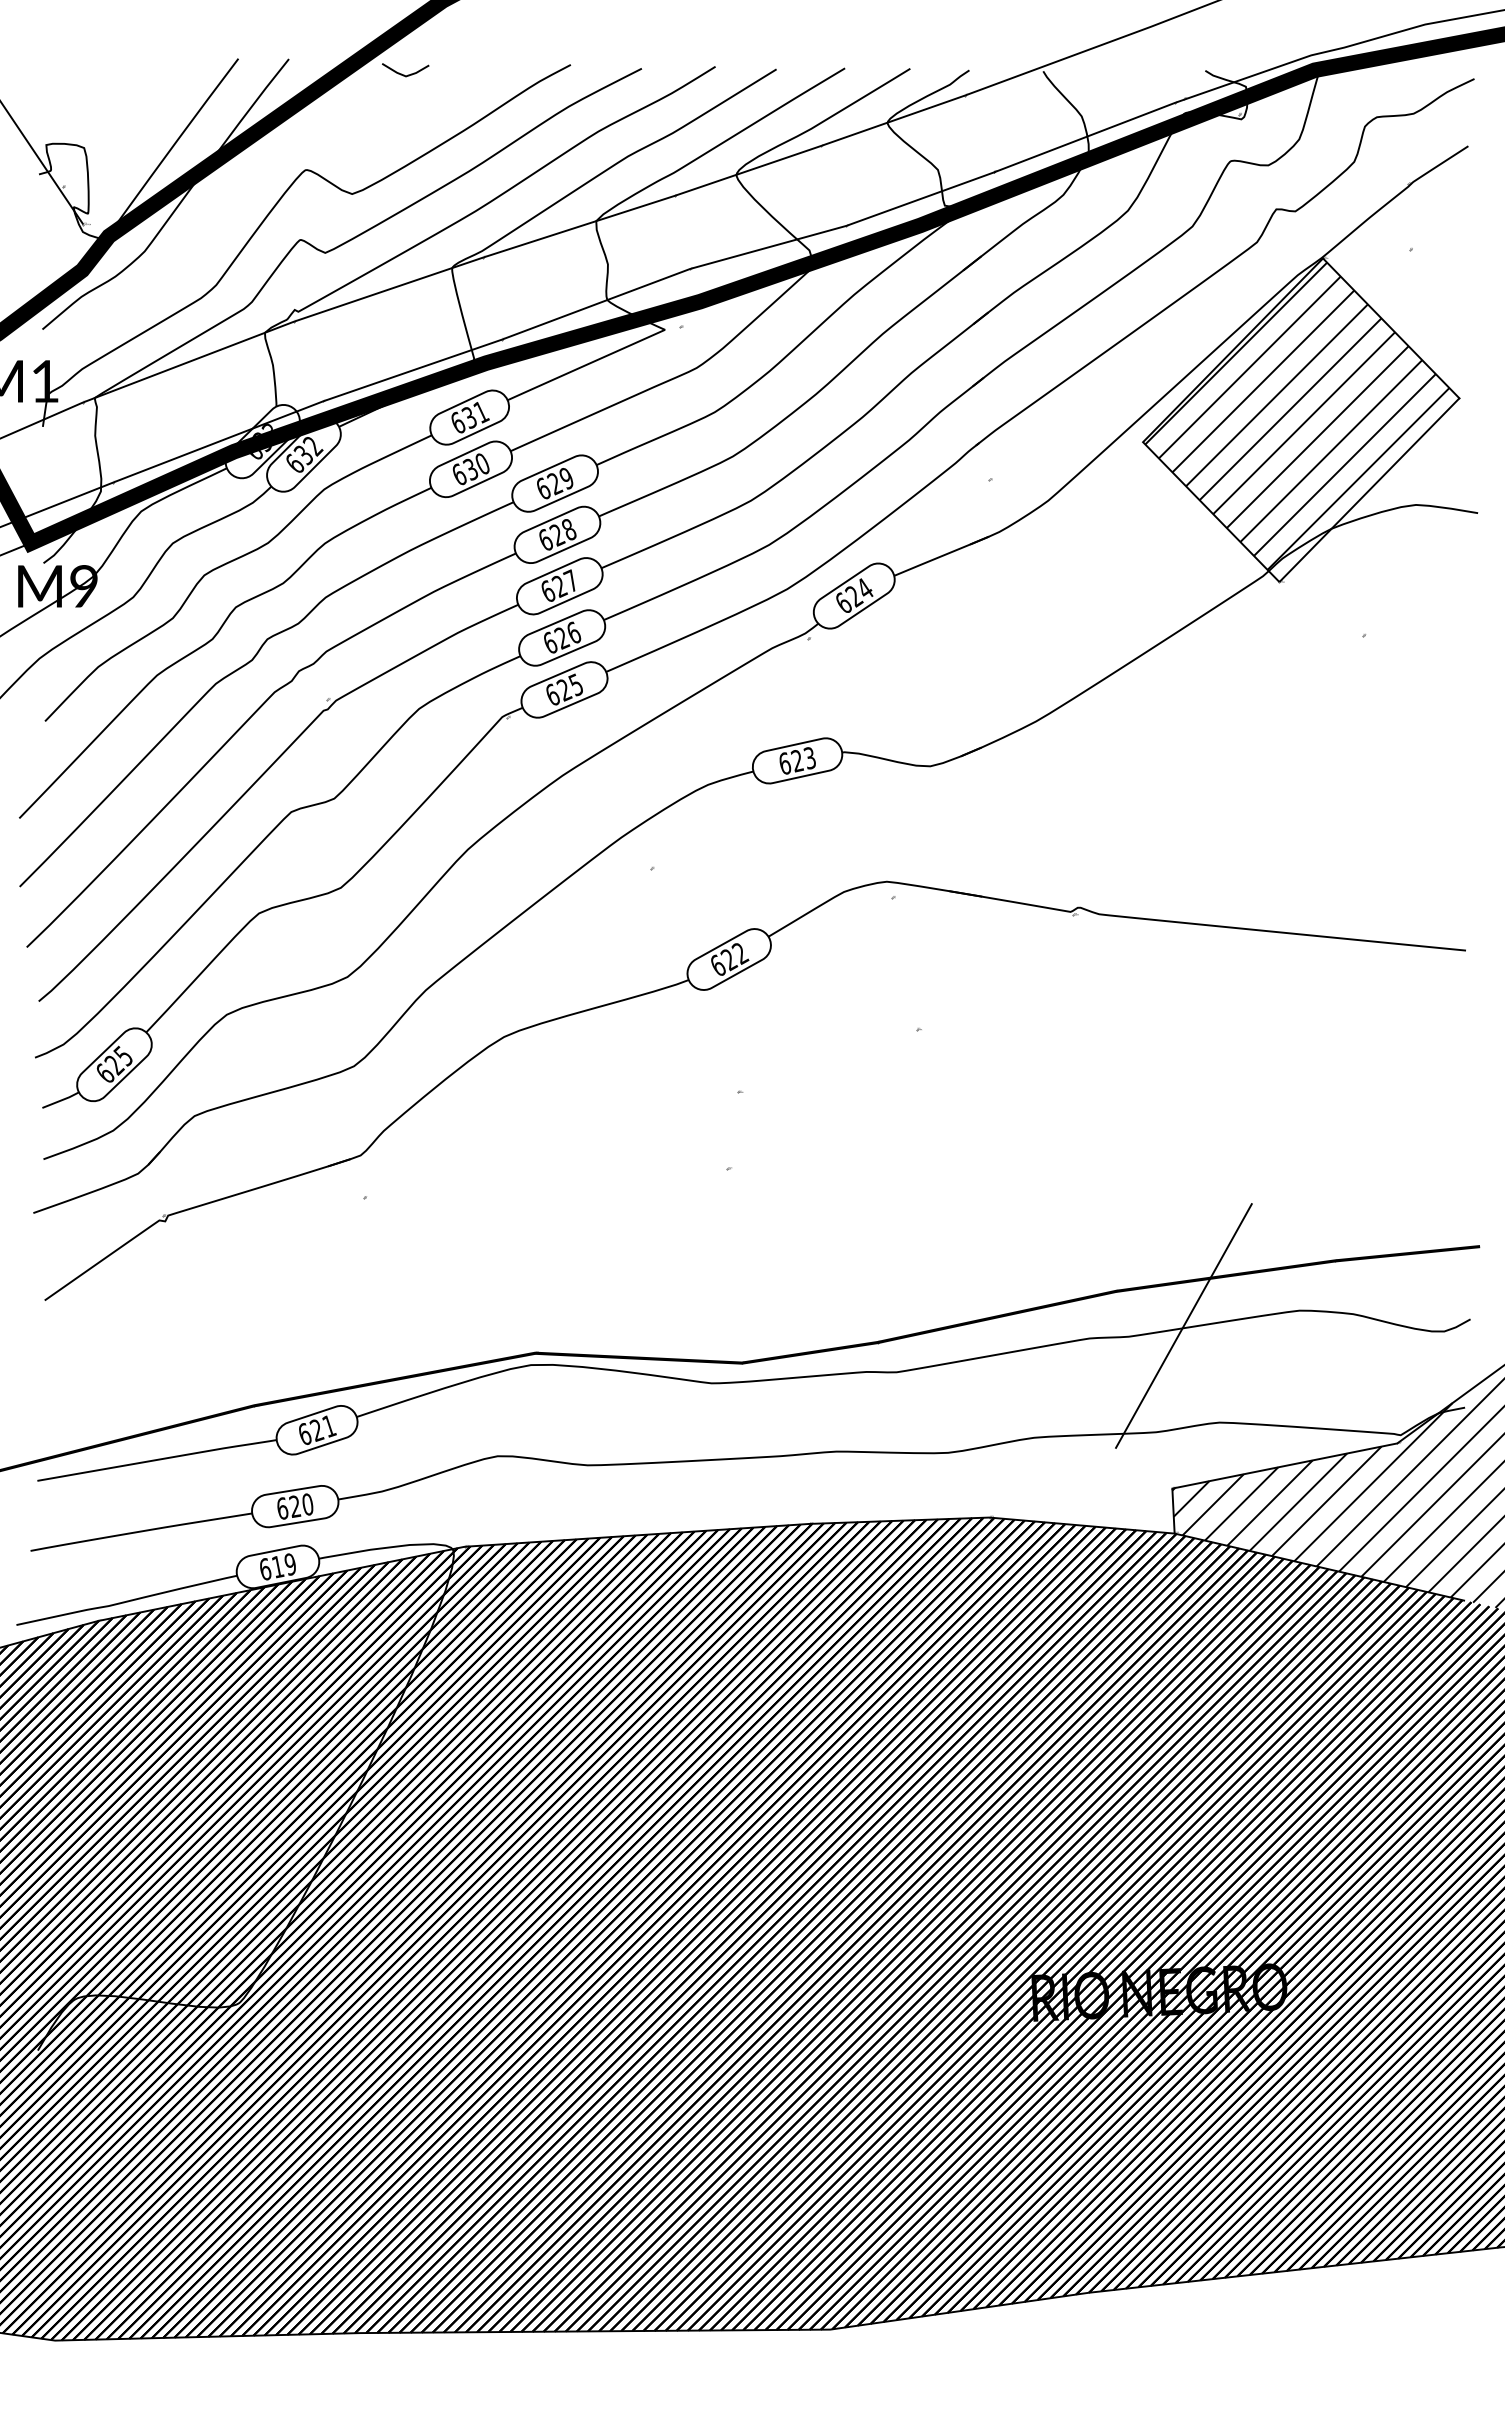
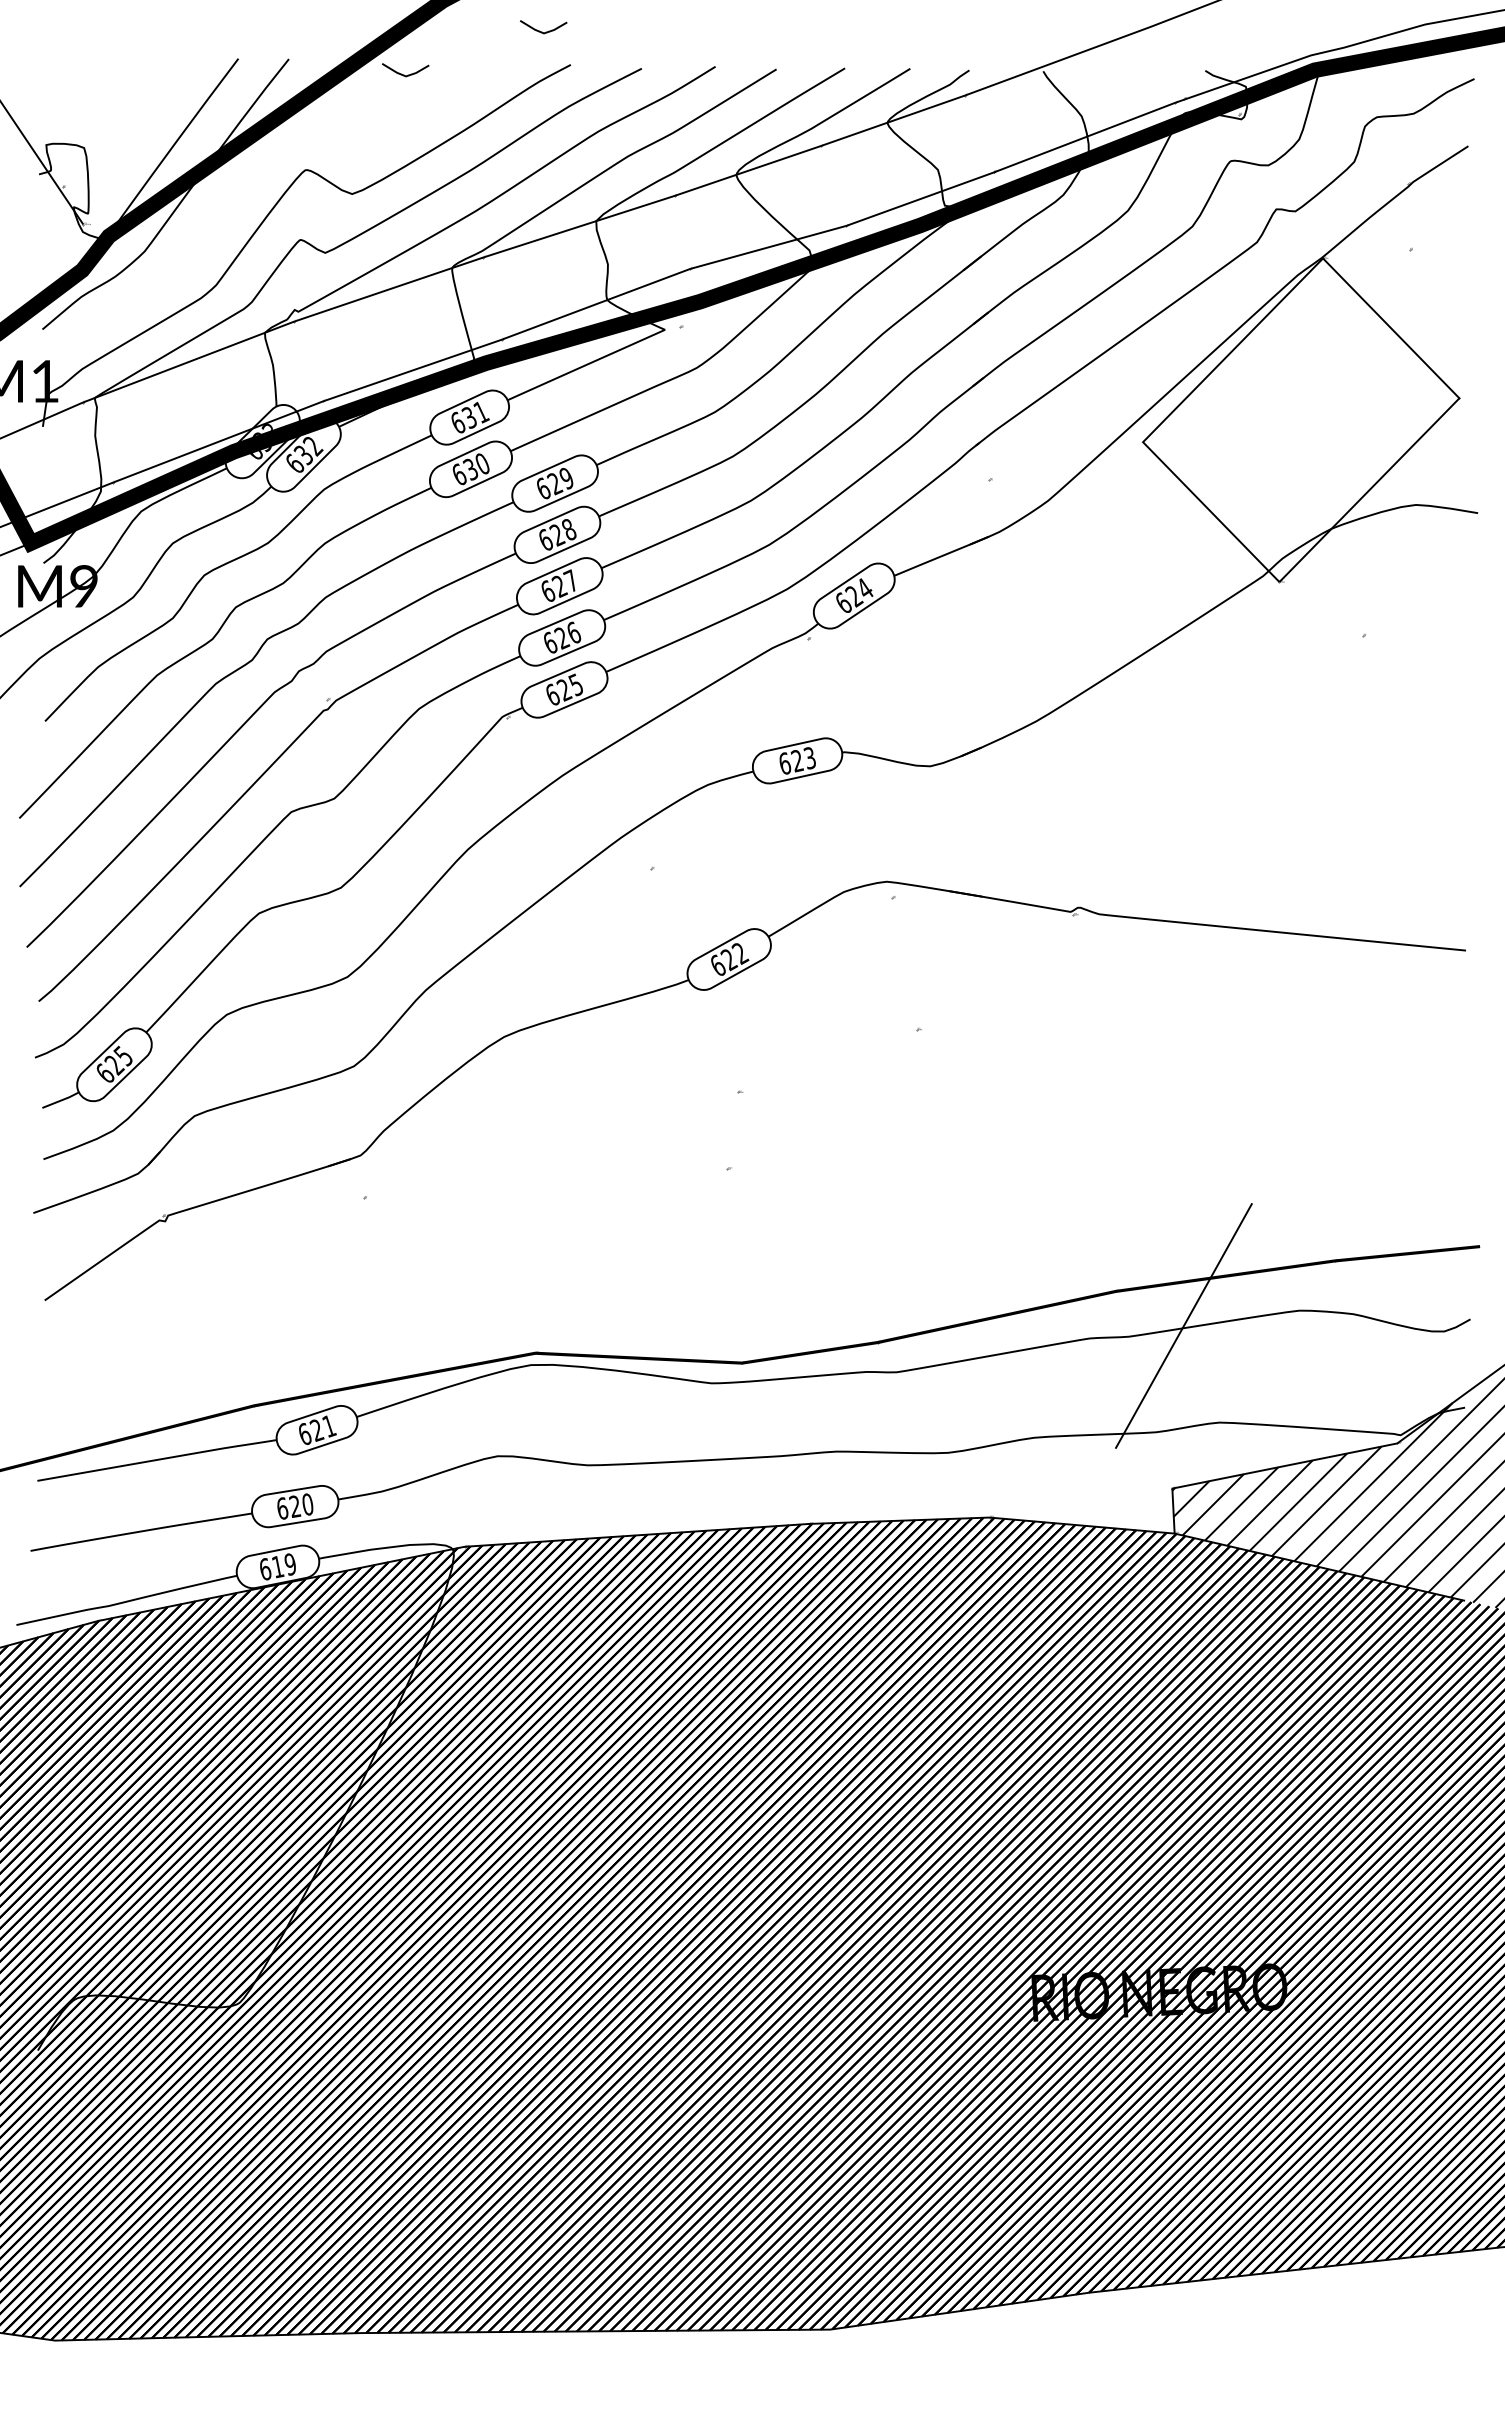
line at (542, 31): none -> present
hatch at (1297, 415): present -> none
